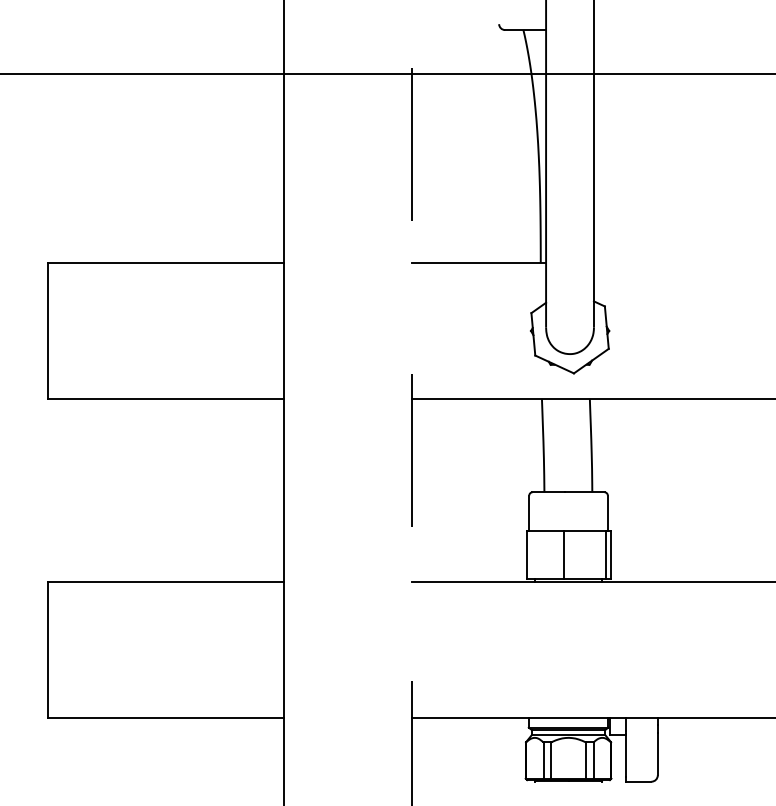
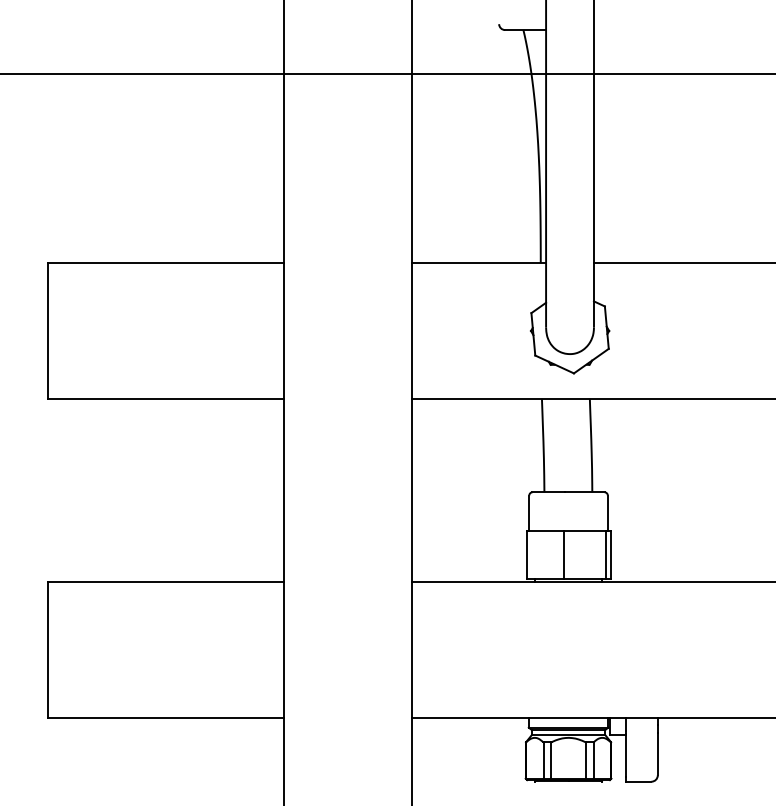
line at (682, 263): none -> present
line at (411, 402): dashed -> solid
